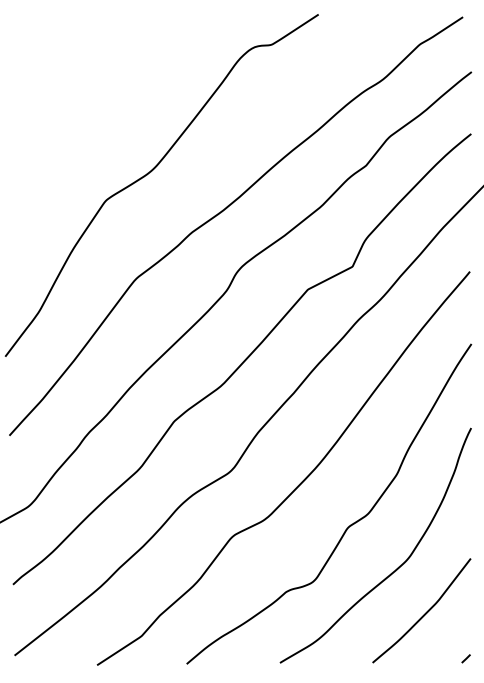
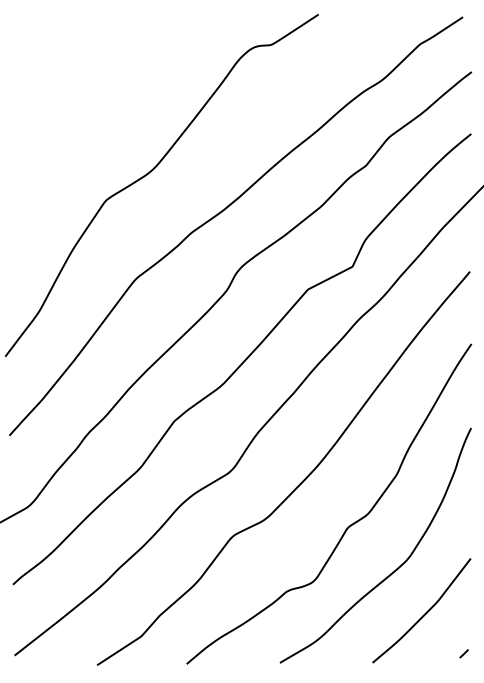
line at (465, 658) position: (465, 658) -> (463, 653)
